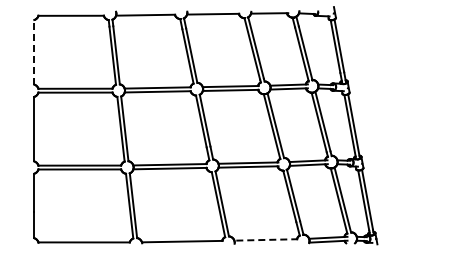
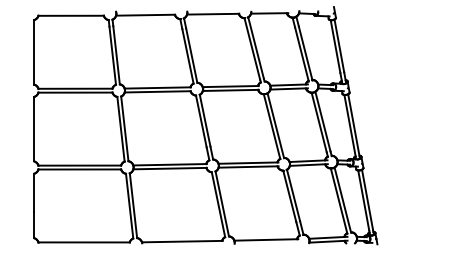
line at (34, 51): dashed -> solid
line at (266, 239): dashed -> solid
